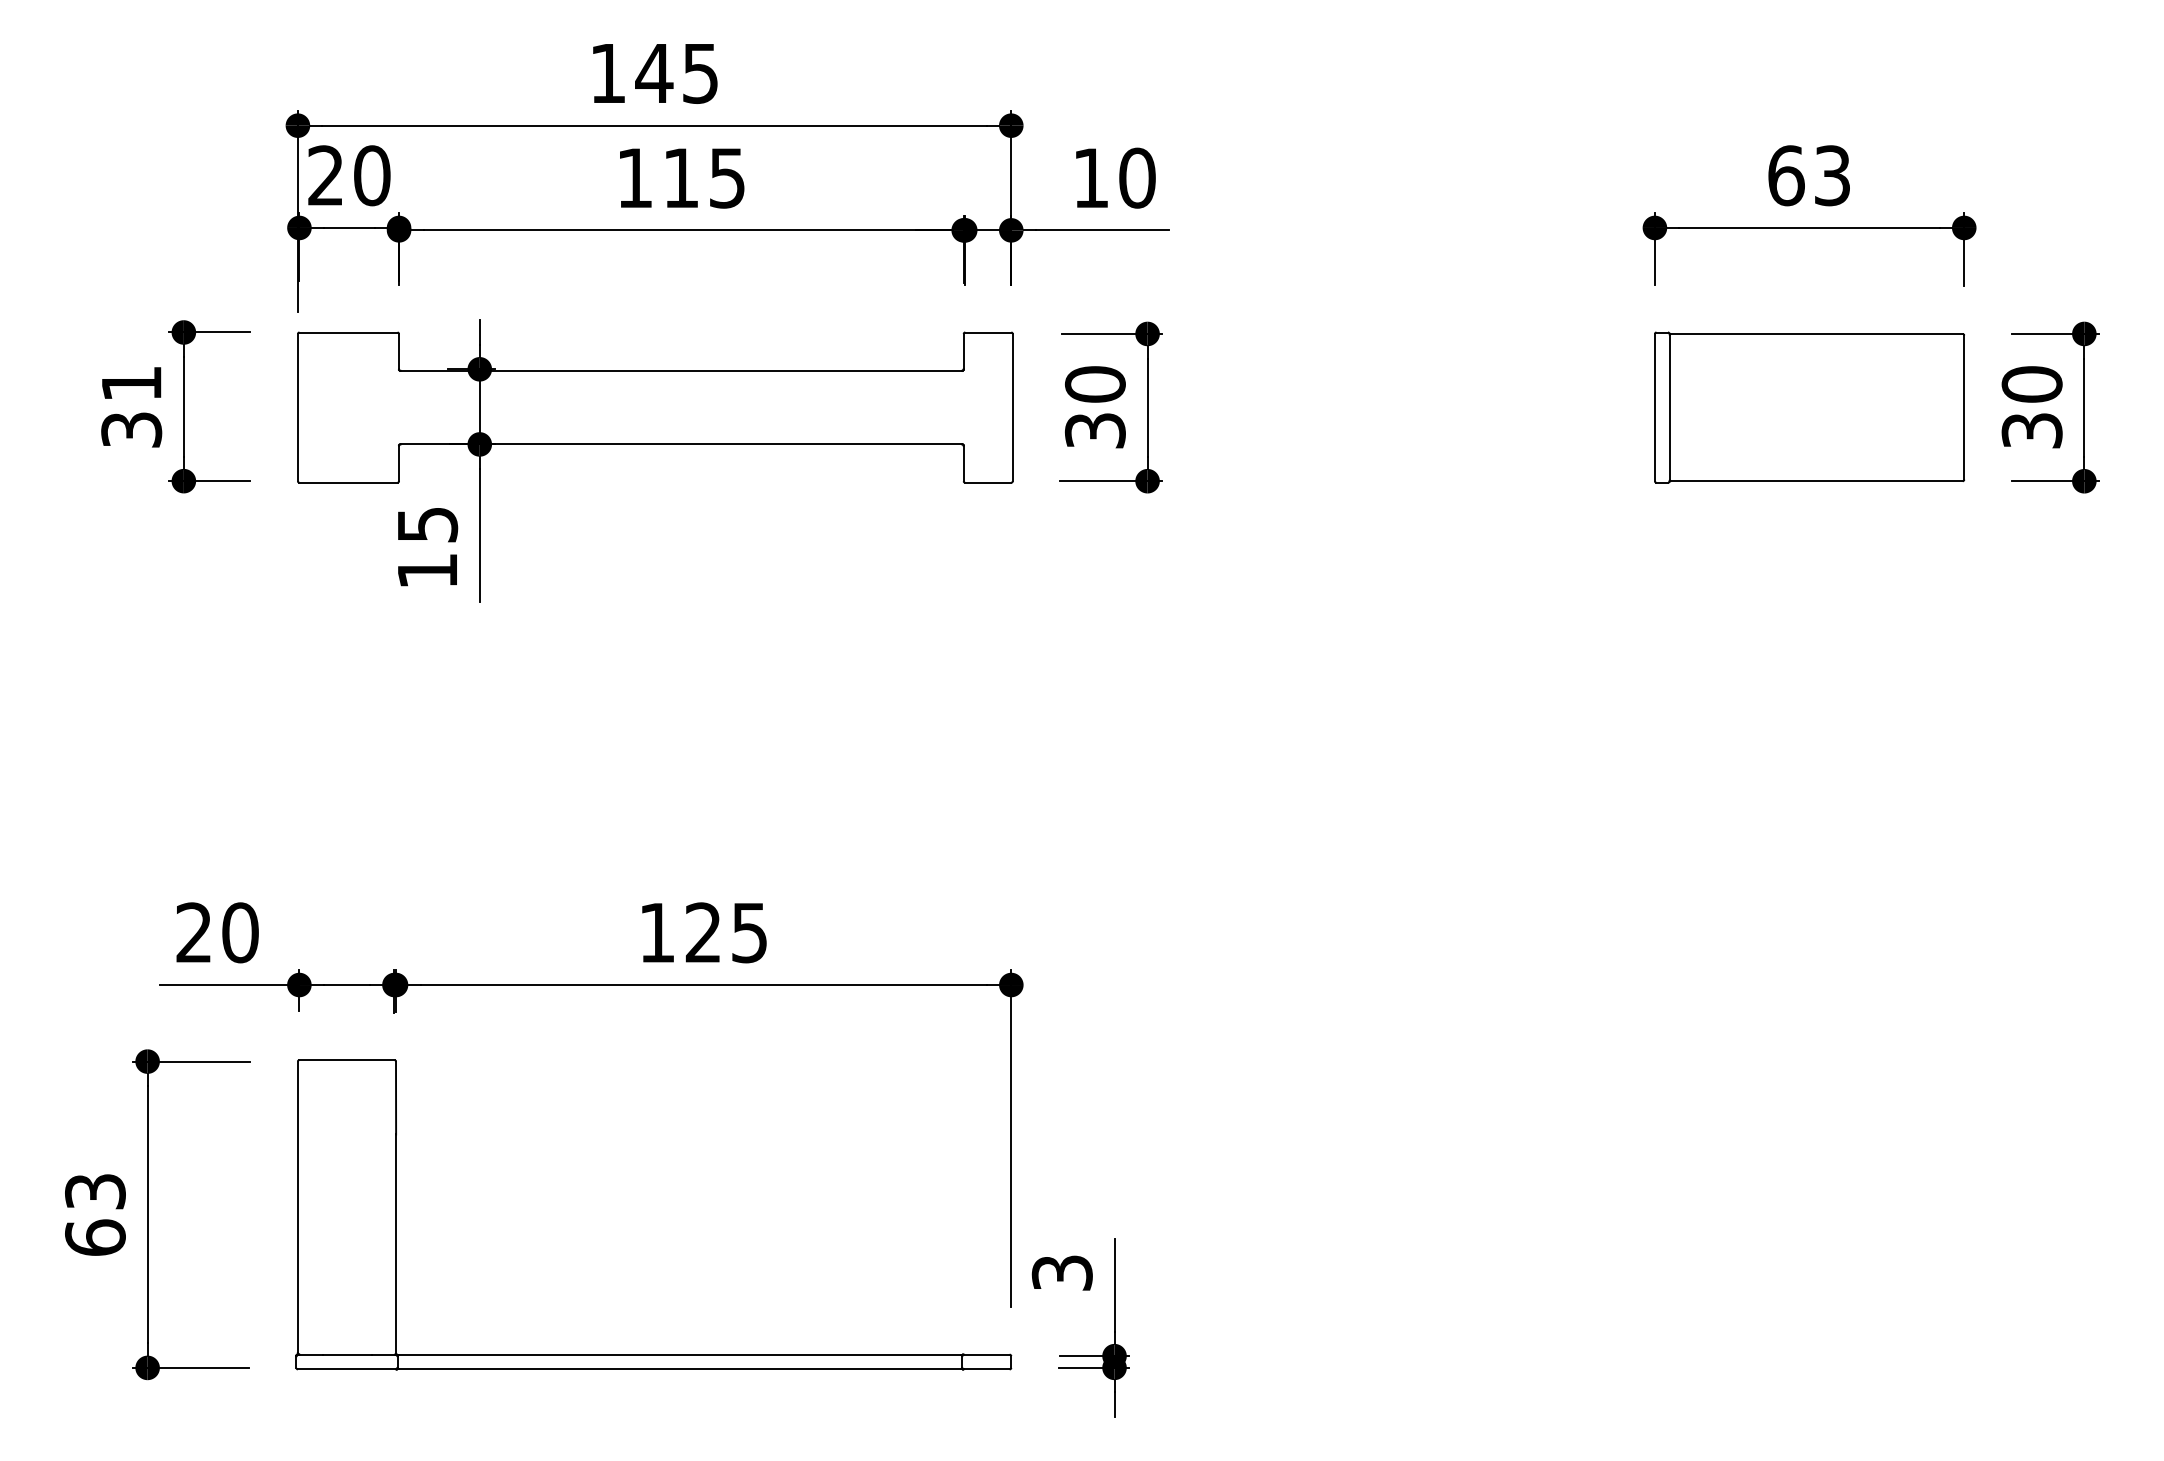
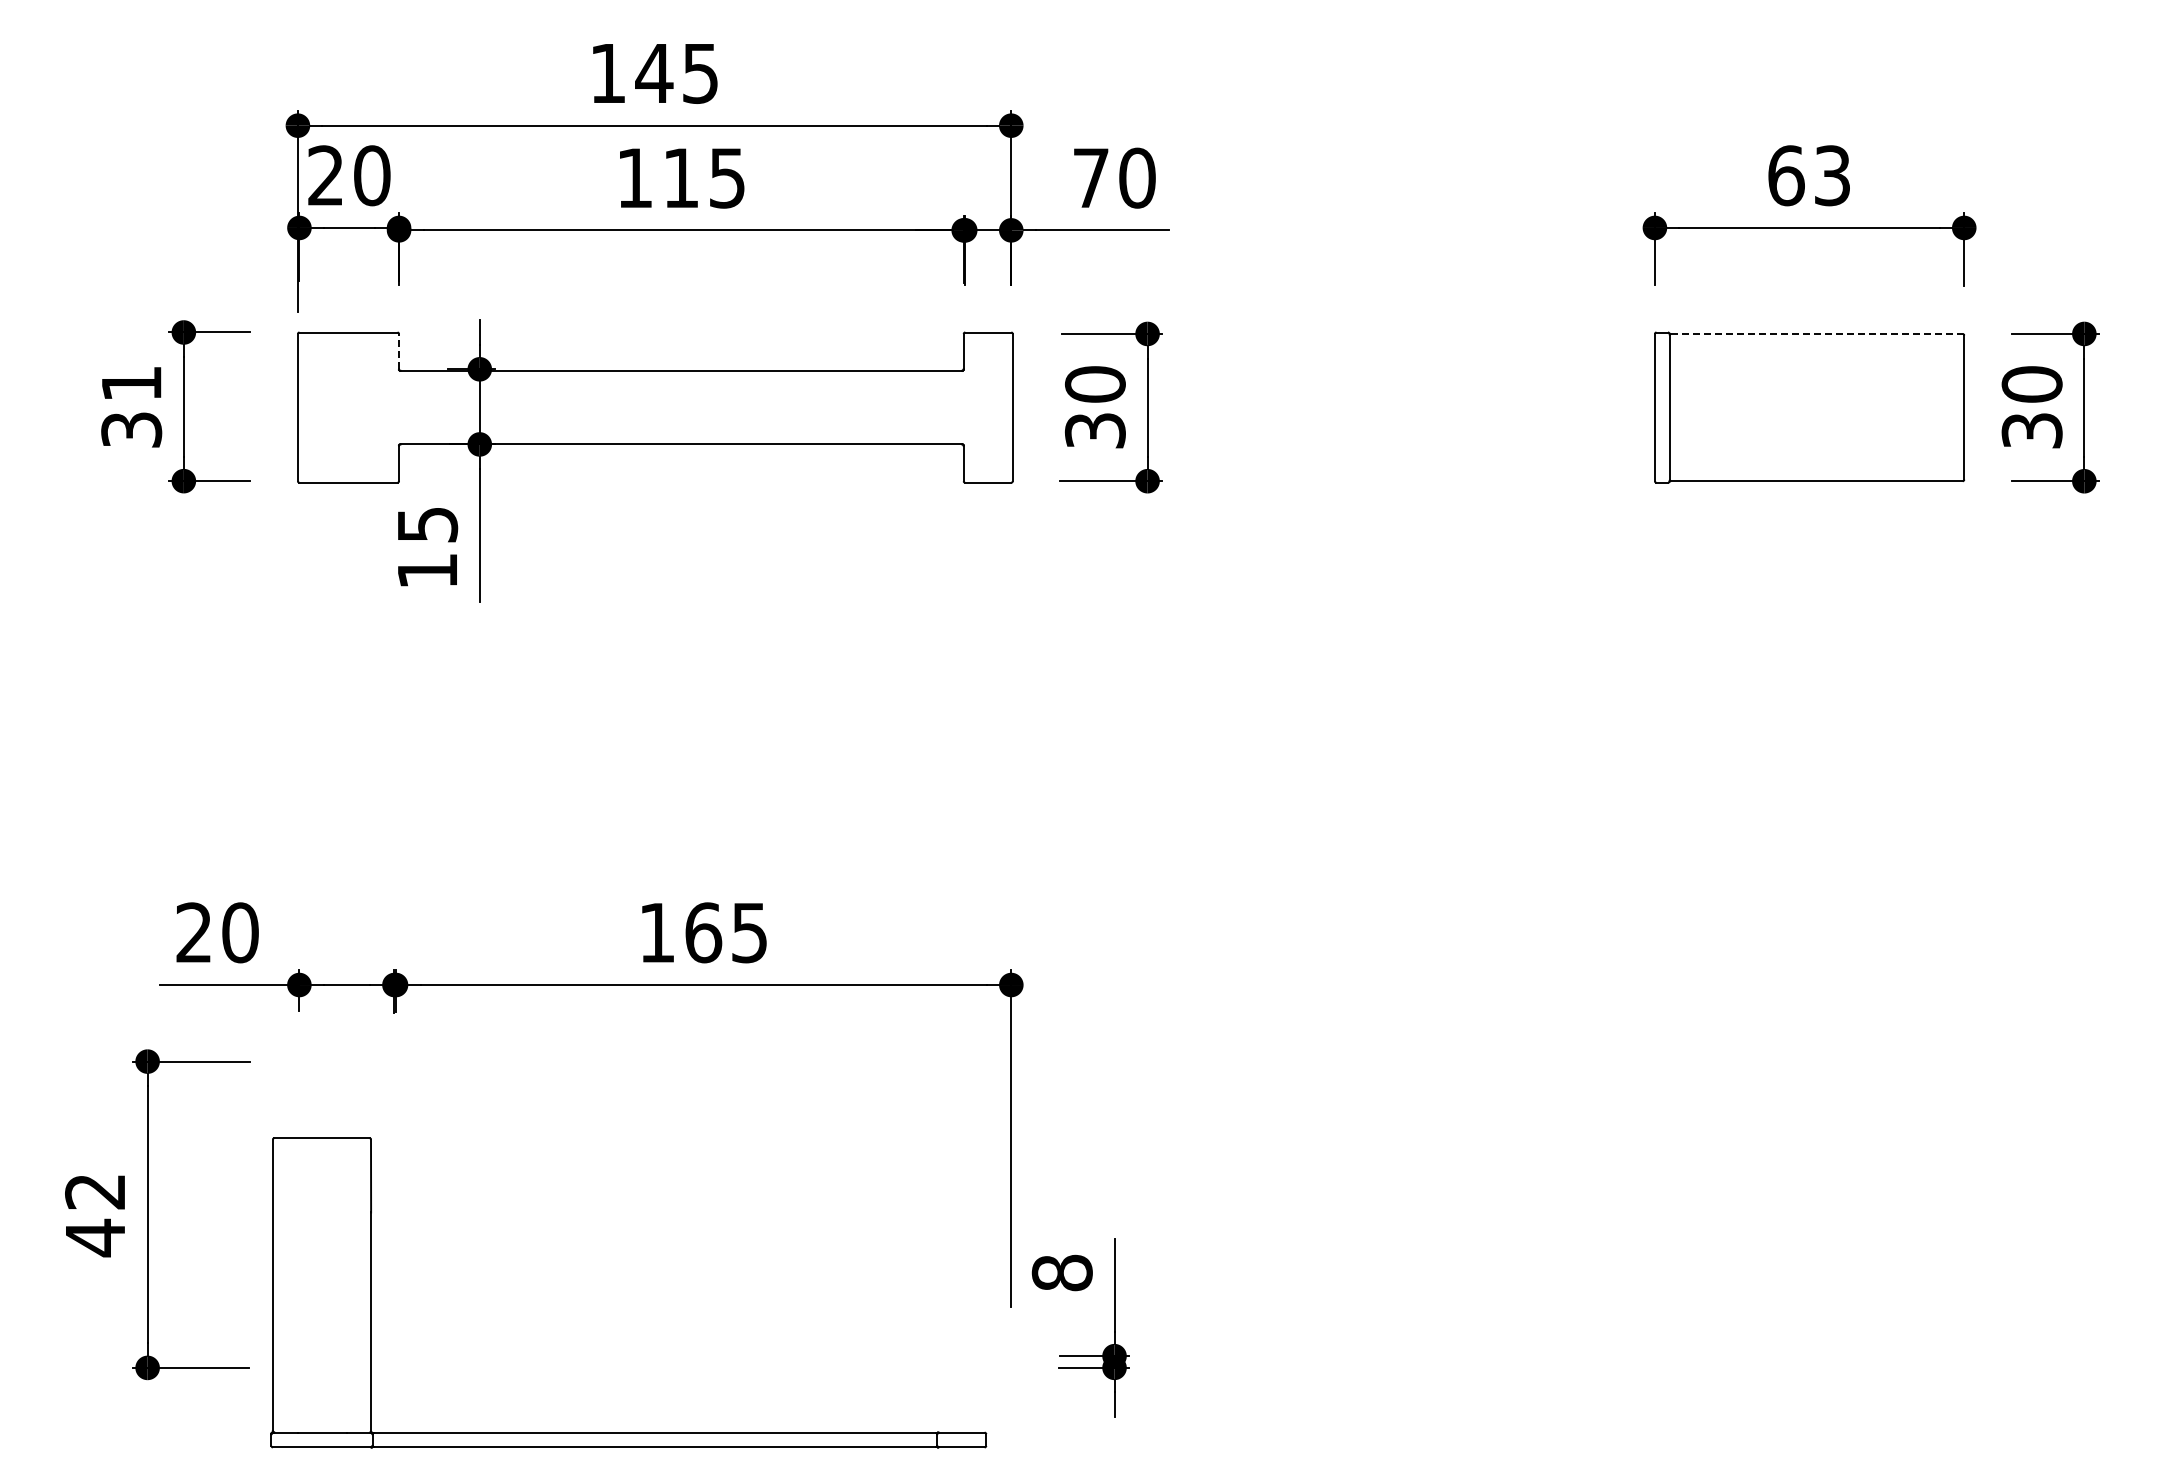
text at (1091, 177): 10 -> 70
line at (1816, 333): solid -> dashed
line at (399, 351): solid -> dashed
text at (703, 932): 125 -> 165
text at (95, 1215): 63 -> 42
text at (1061, 1272): 3 -> 8
part at (653, 1354) position: (653, 1354) -> (628, 1432)
